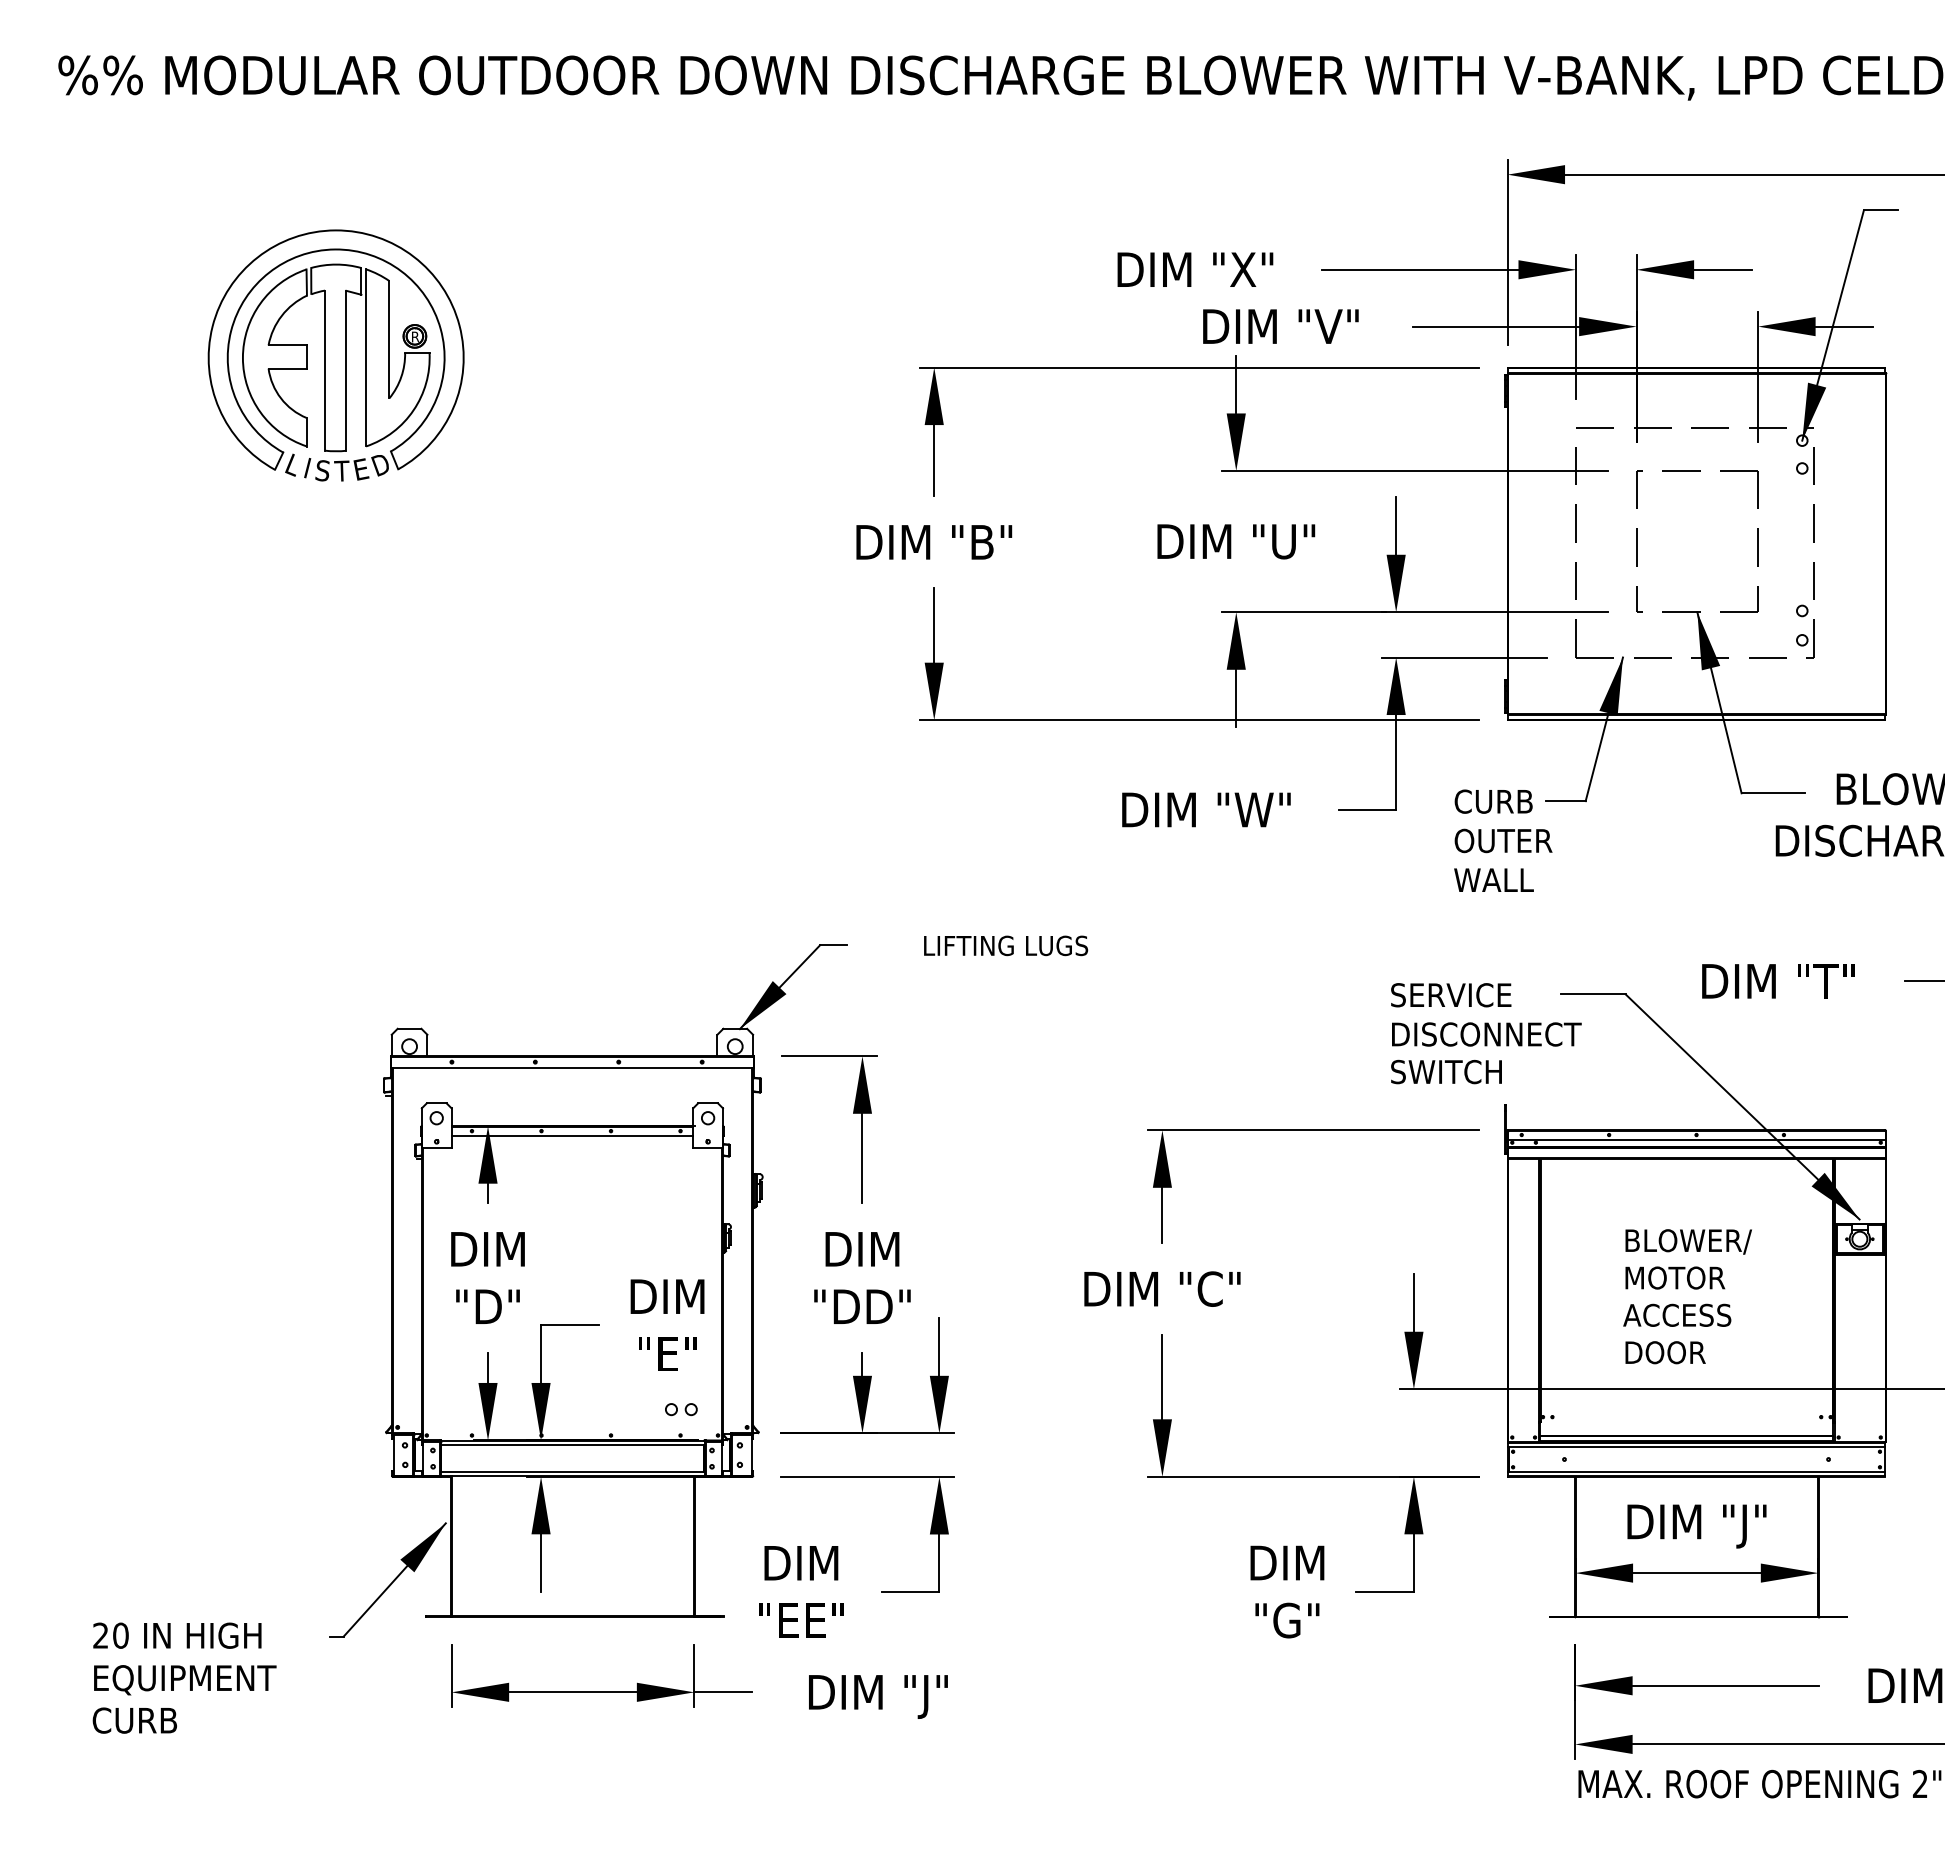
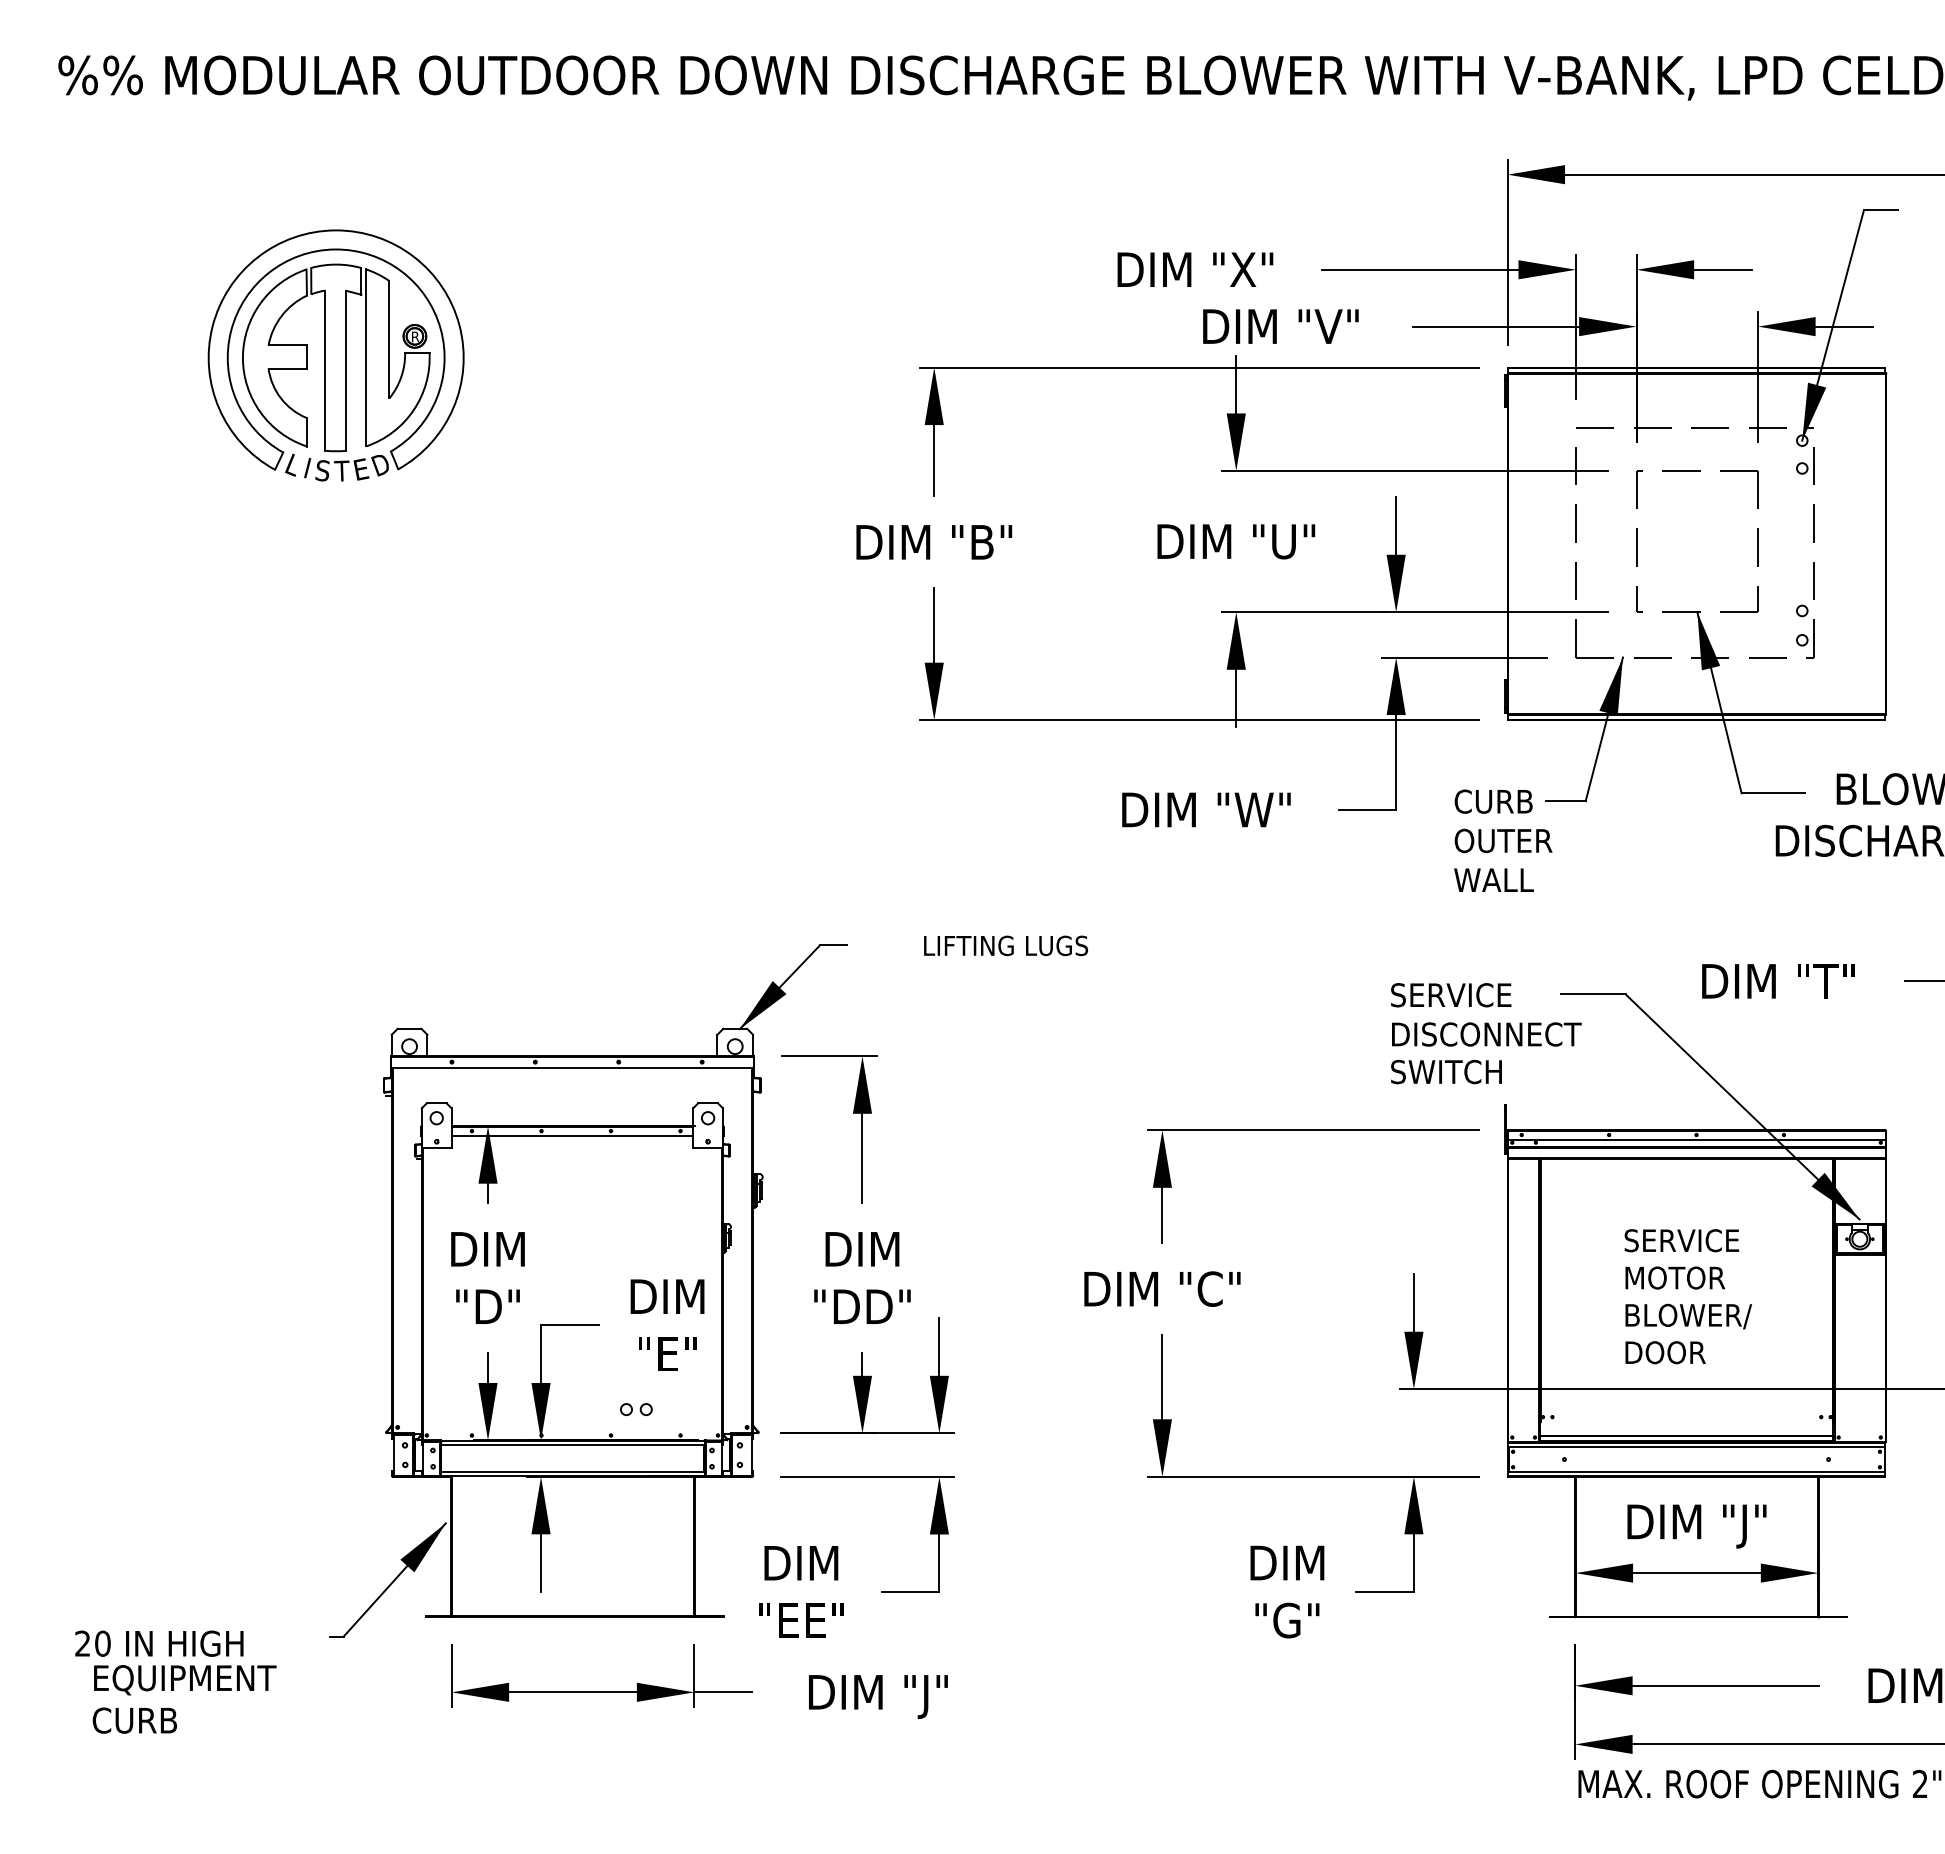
text at (1687, 1241): BLOWER/ -> SERVICE
text at (1687, 1316): ACCESS -> BLOWER/
part at (681, 1409) position: (681, 1409) -> (636, 1409)
text at (177, 1635) position: (177, 1635) -> (159, 1643)
